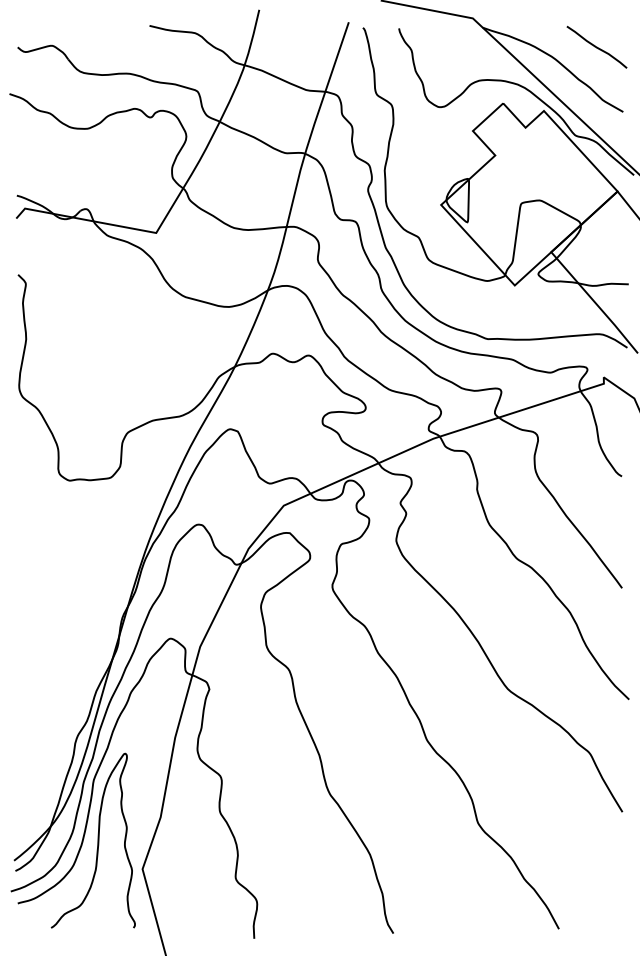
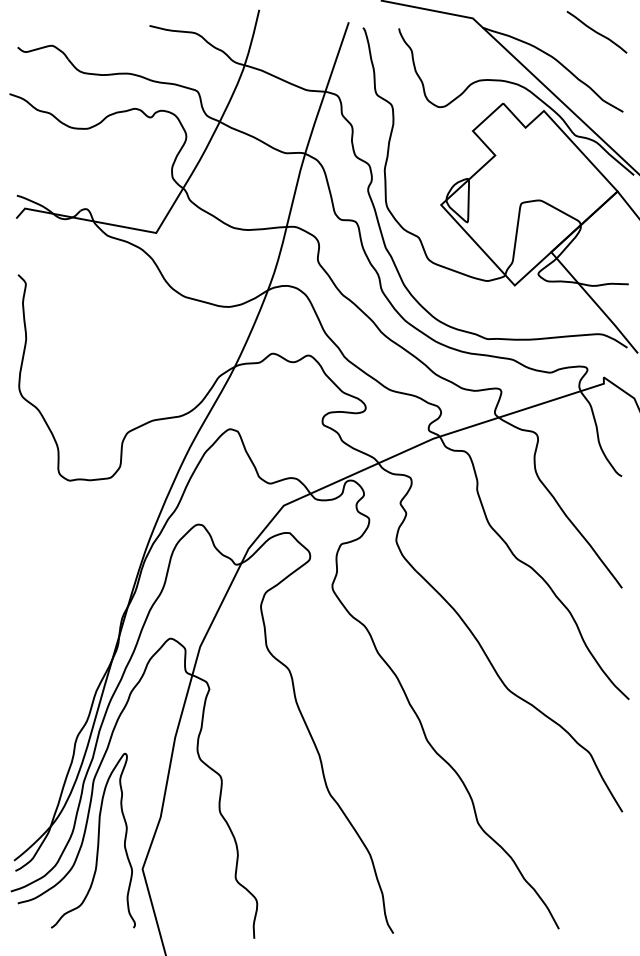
curve at (596, 46) position: (596, 46) -> (596, 31)
